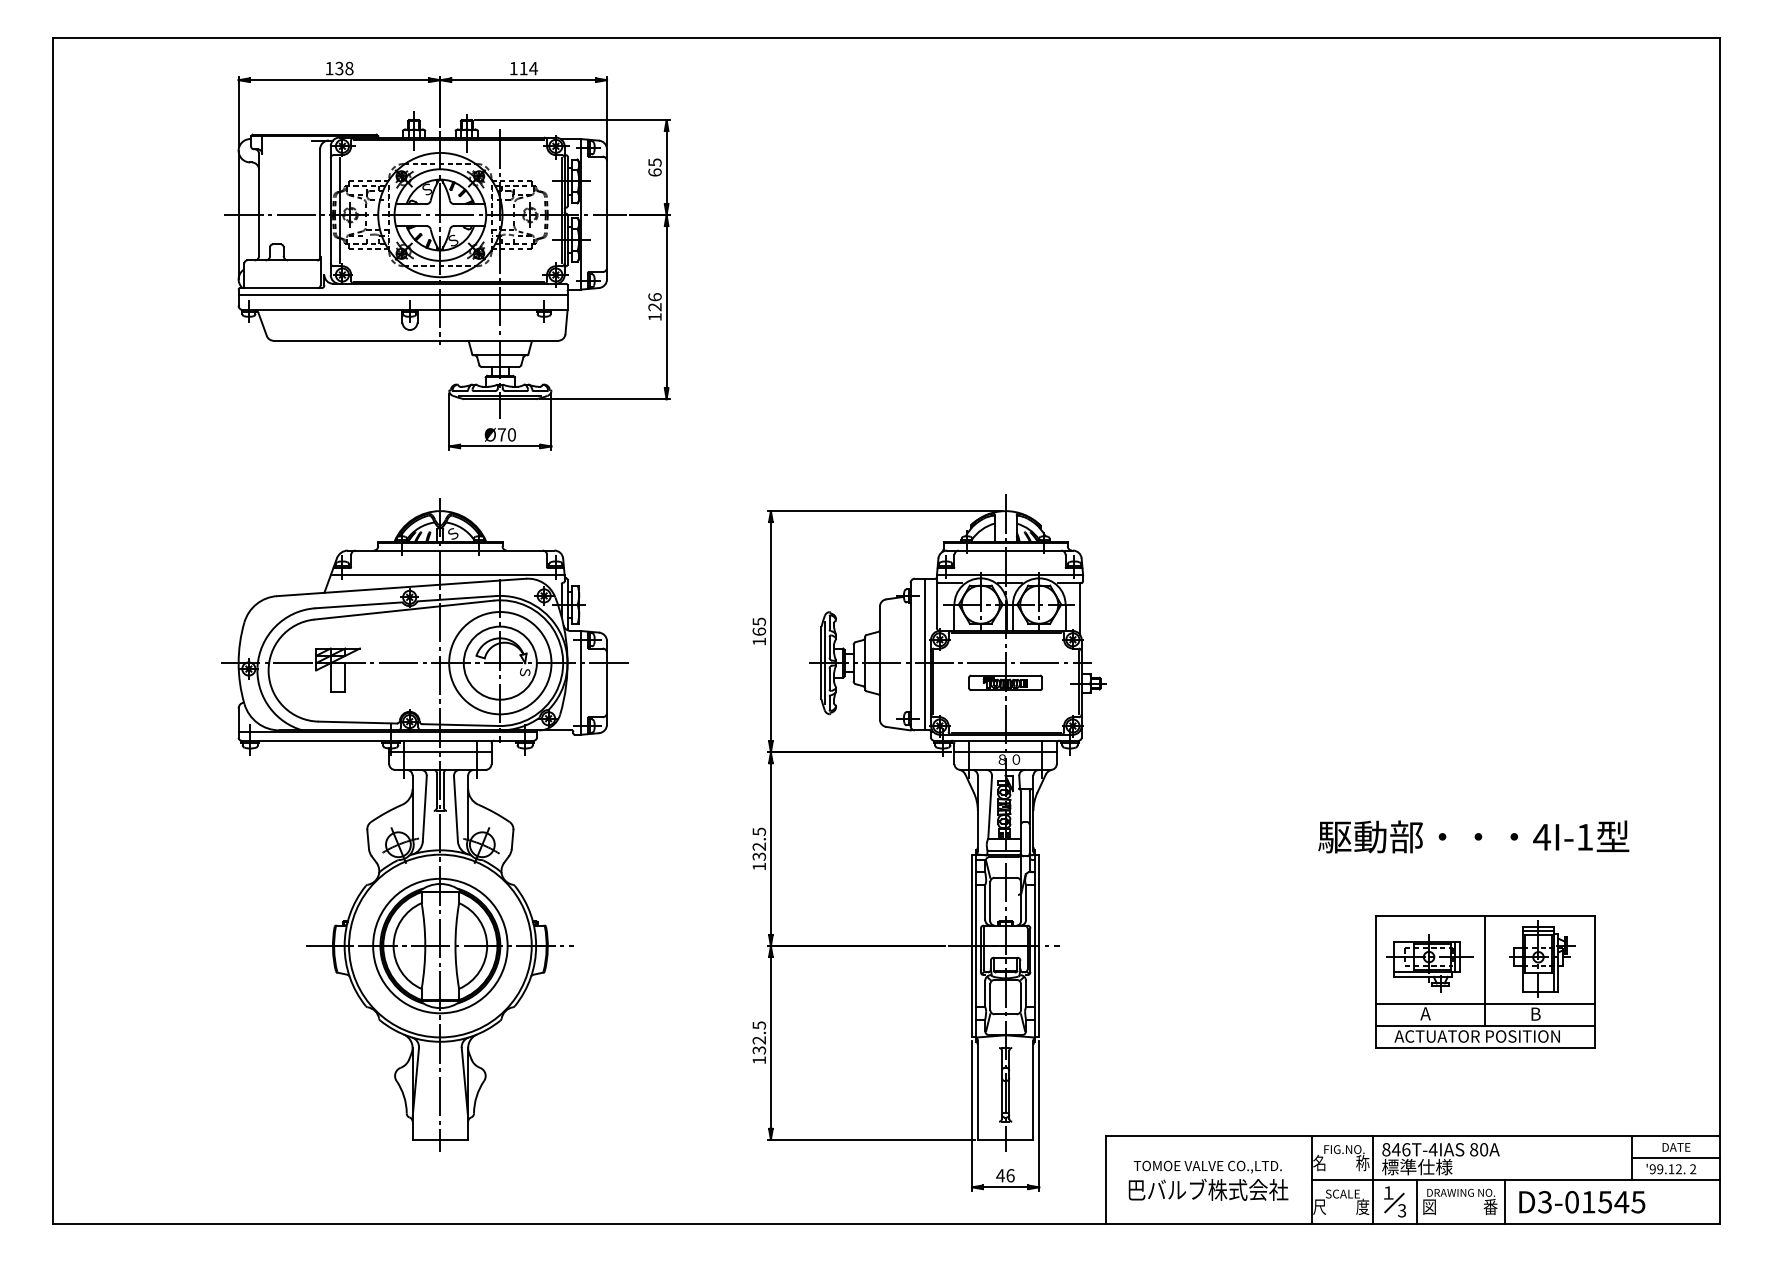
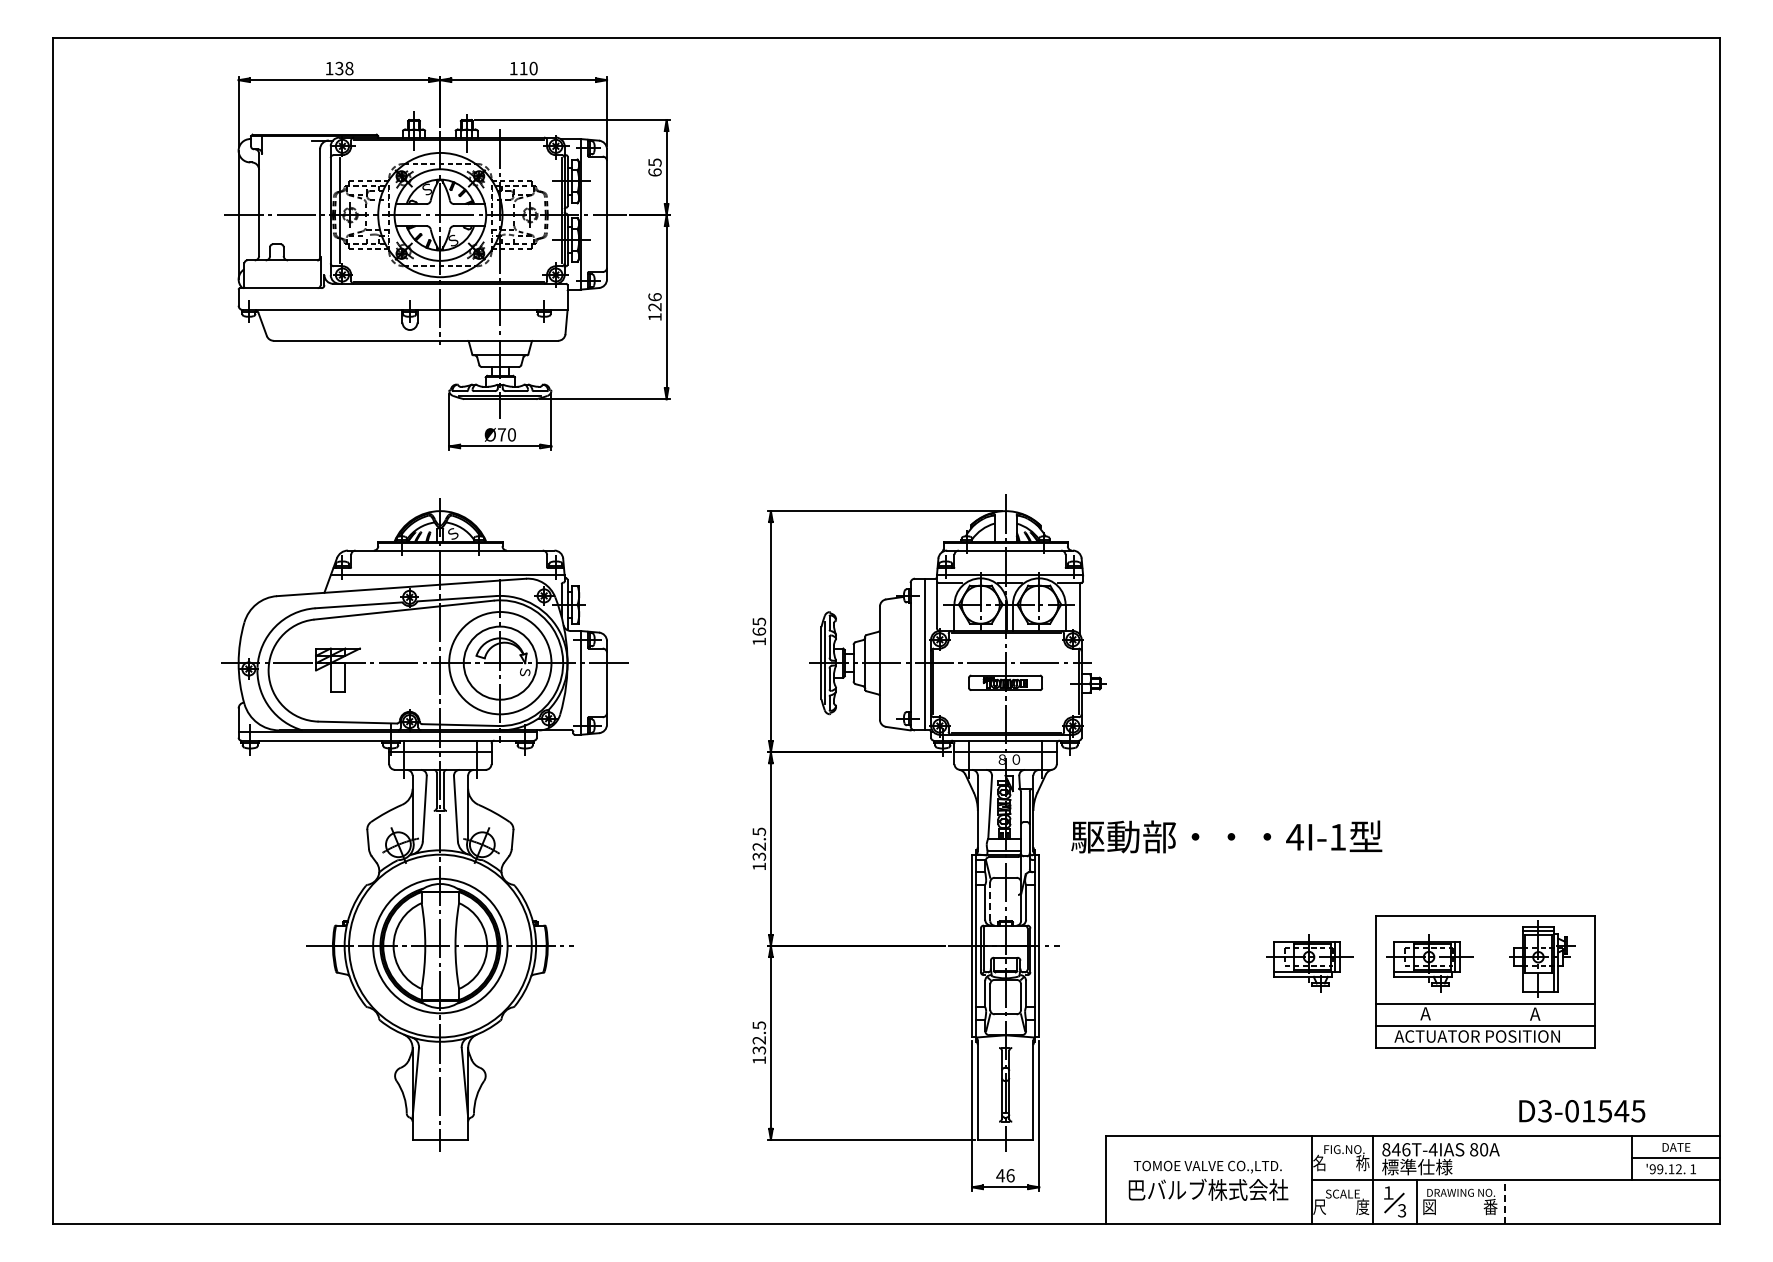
text at (533, 68): 114 -> 110
line at (402, 295): present -> none
text at (1473, 836) position: (1473, 836) -> (1226, 836)
line at (990, 901): solid -> dashed
part at (1309, 963): none -> present
line at (1485, 970): present -> none
text at (1535, 1013): B -> A
text at (1693, 1169): 2 -> 1
line at (1504, 1202): solid -> dashed
text at (1582, 1202) position: (1582, 1202) -> (1582, 1111)
